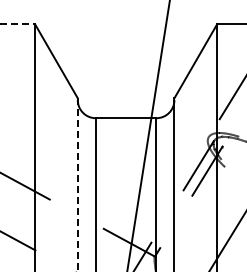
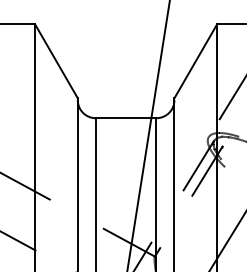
line at (18, 24): dashed -> solid
line at (77, 185): dashed -> solid
